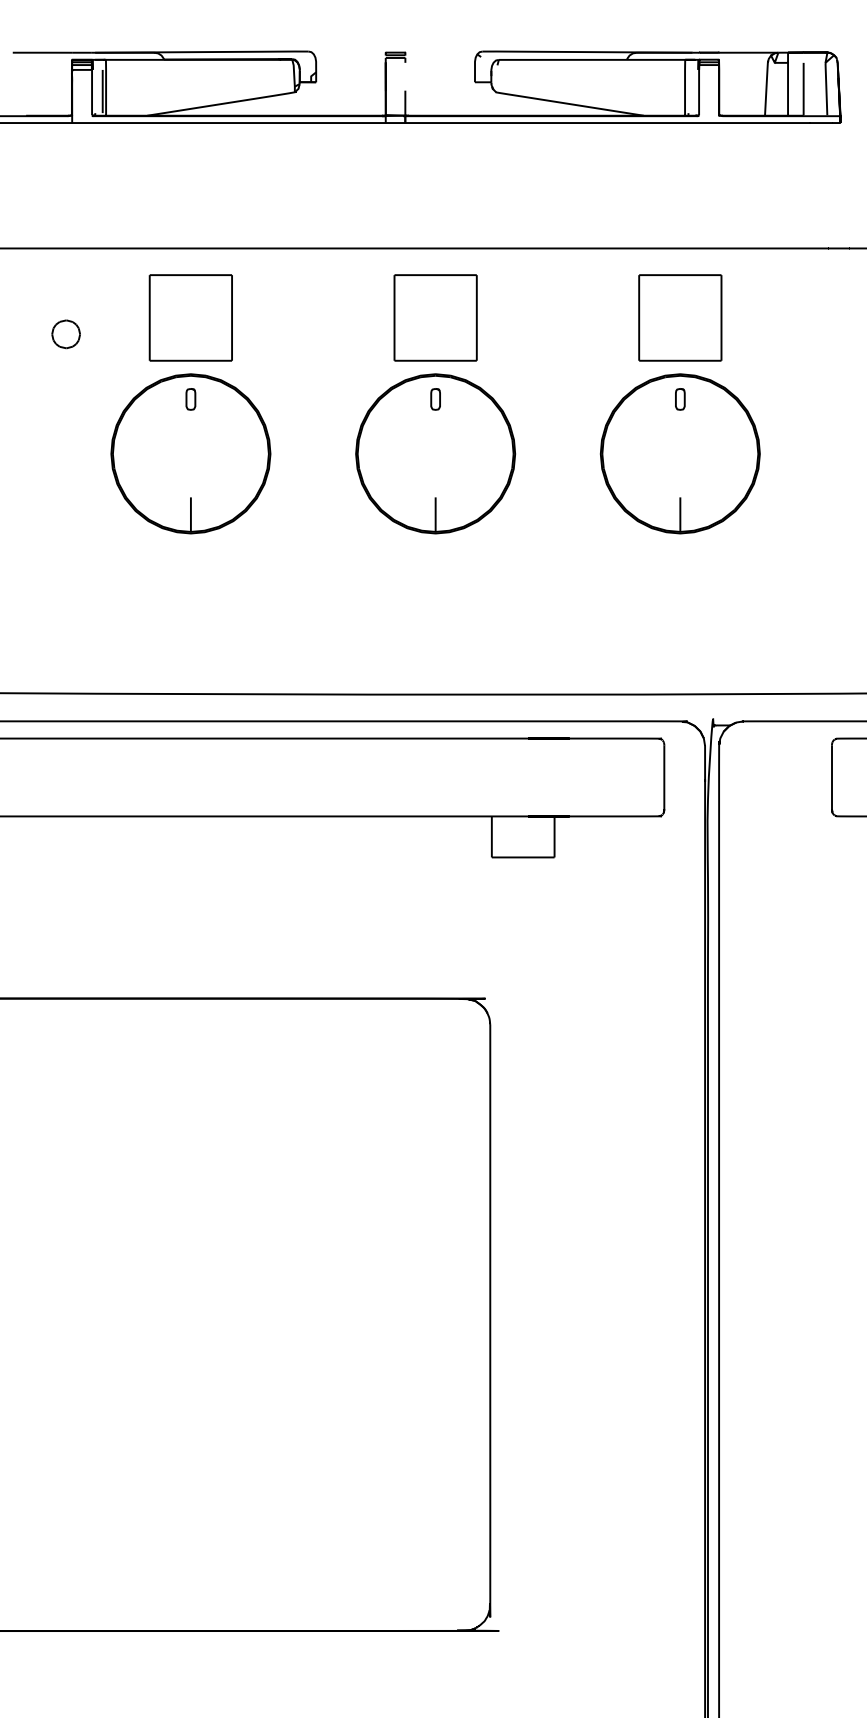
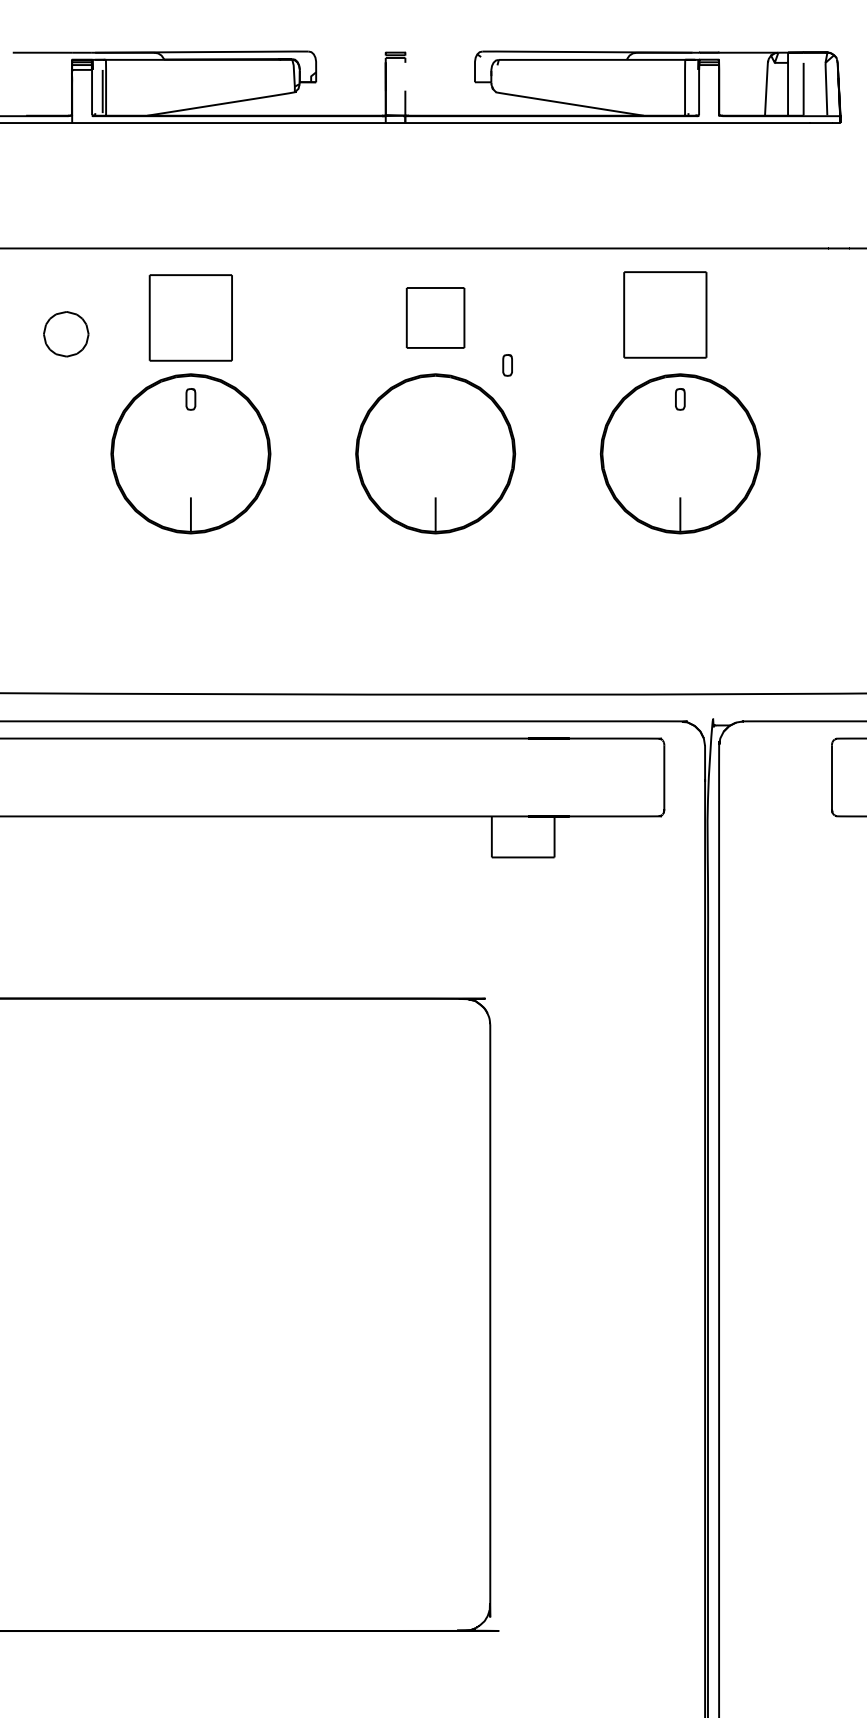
part at (435, 317) size: 85x88 px -> 61x62 px
part at (680, 317) position: (680, 317) -> (665, 314)
part at (65, 334) size: 30x31 px -> 47x47 px
part at (435, 399) position: (435, 399) -> (507, 365)
